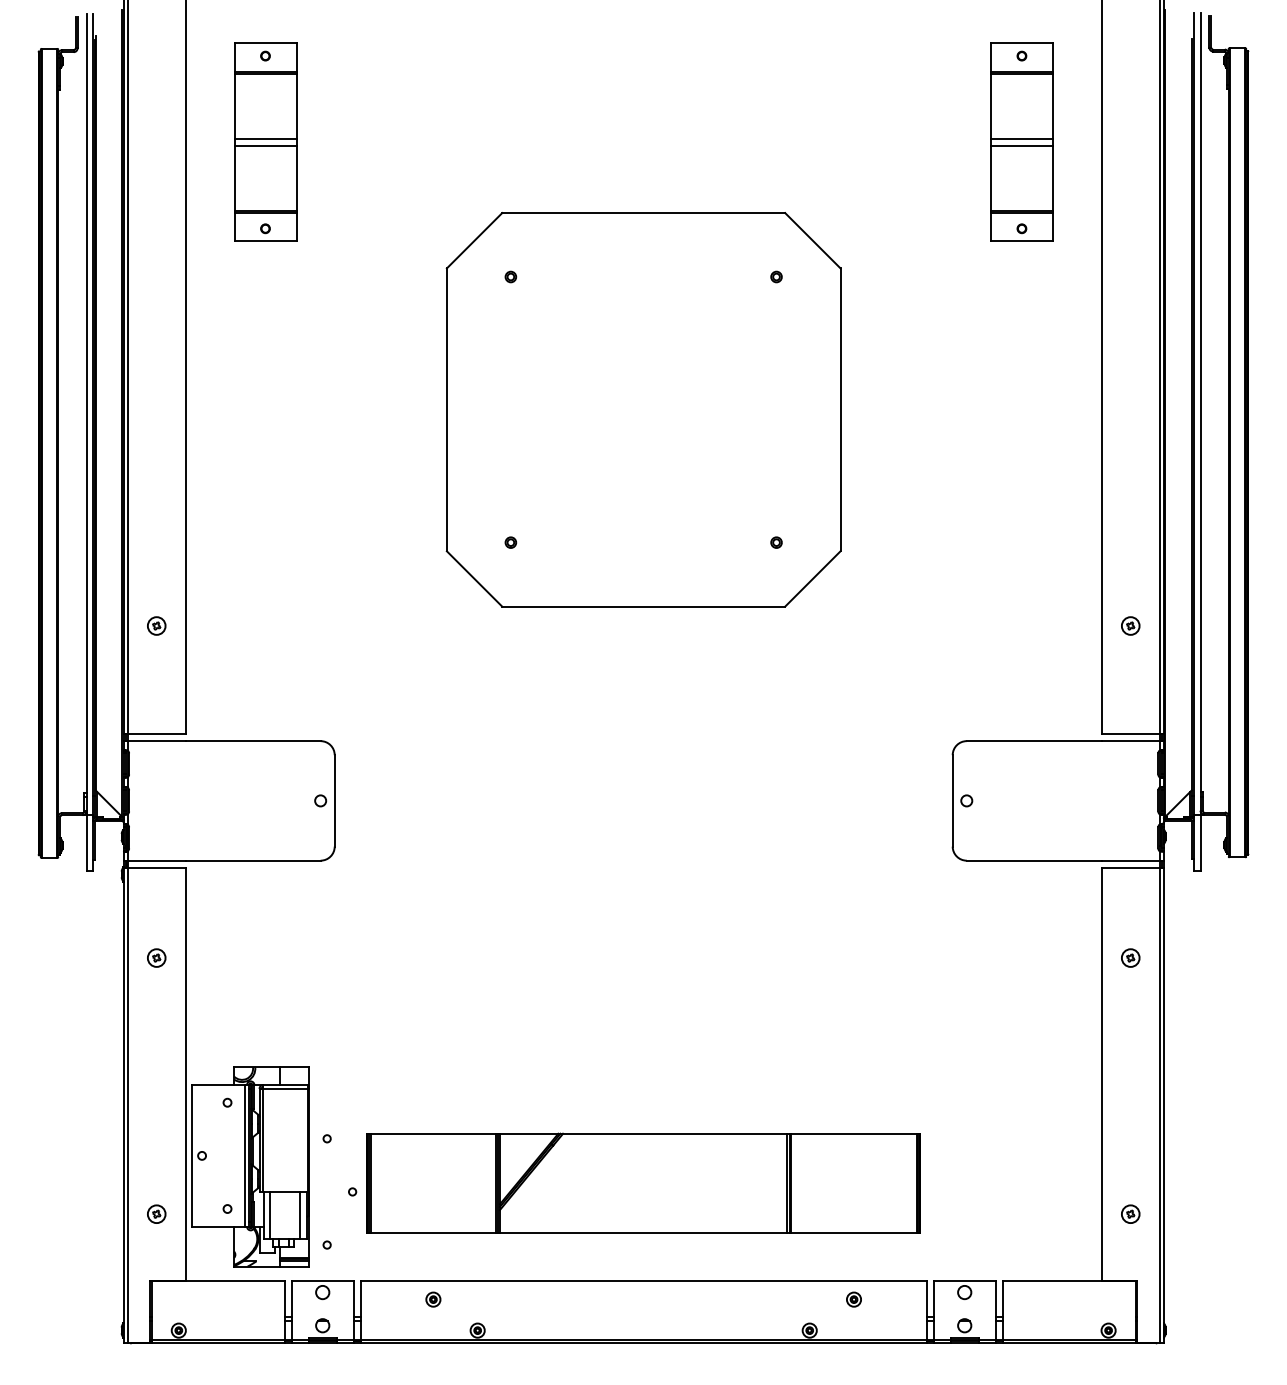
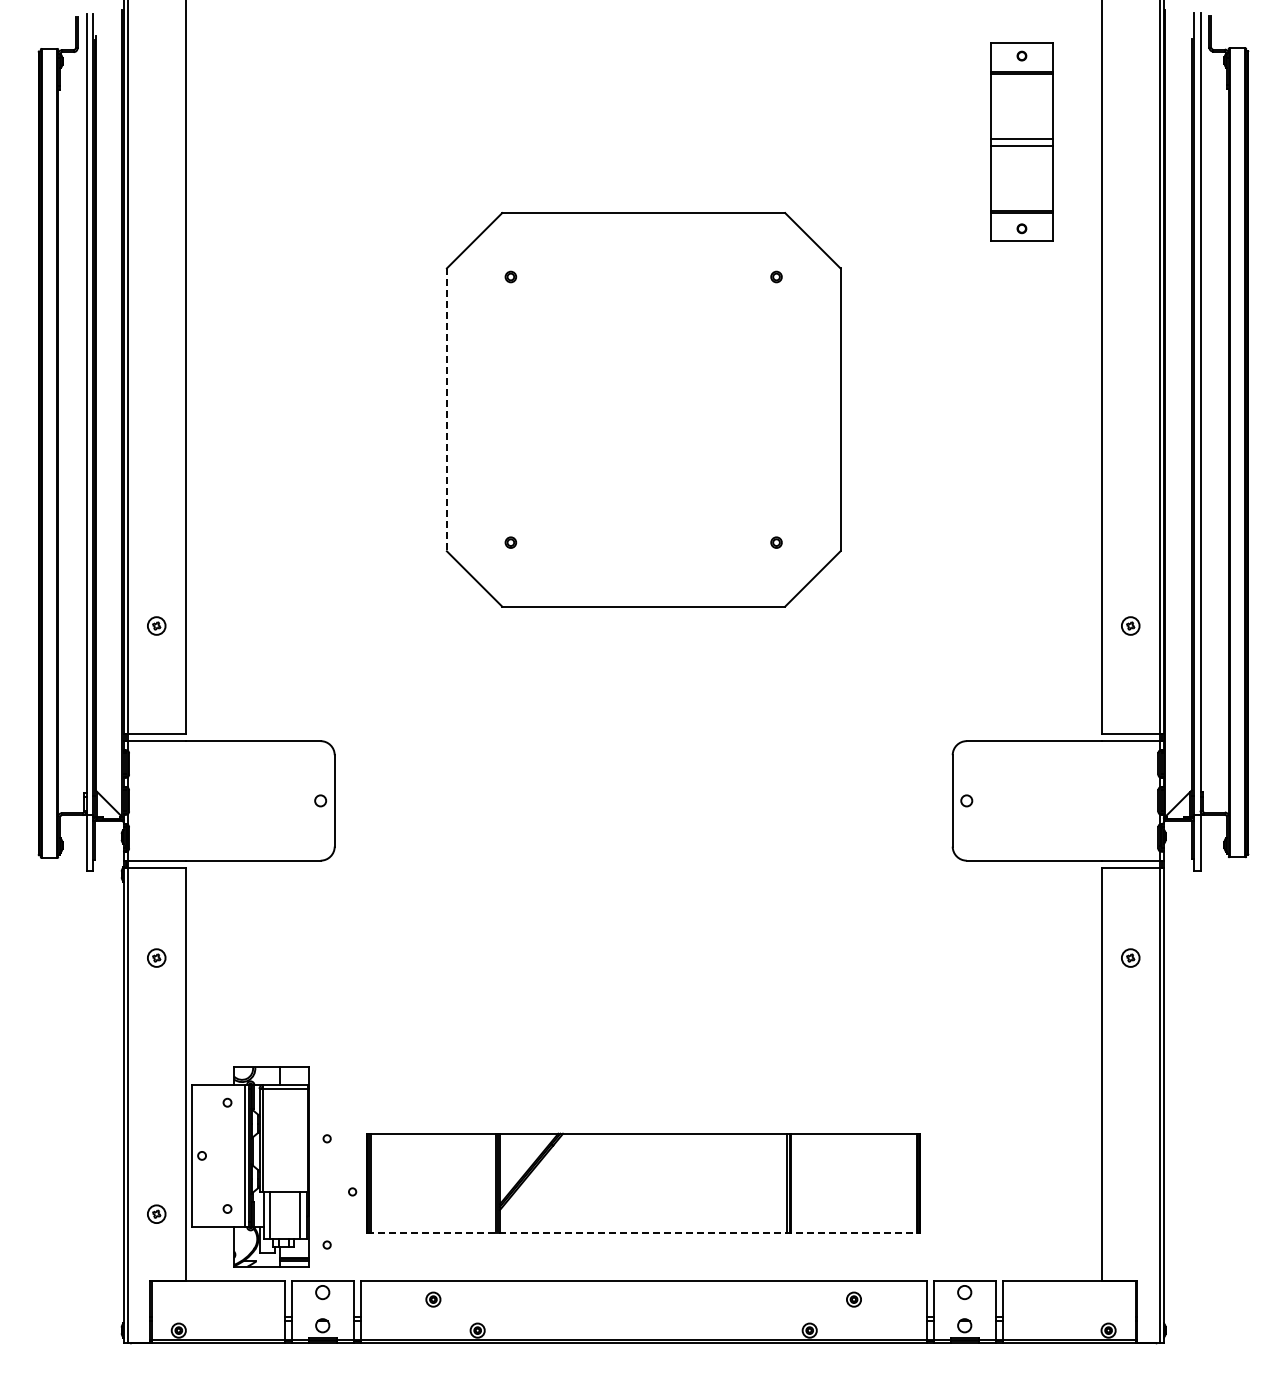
part at (265, 141): present -> none
line at (446, 410): solid -> dashed
part at (1130, 1213): present -> none
line at (643, 1233): solid -> dashed
